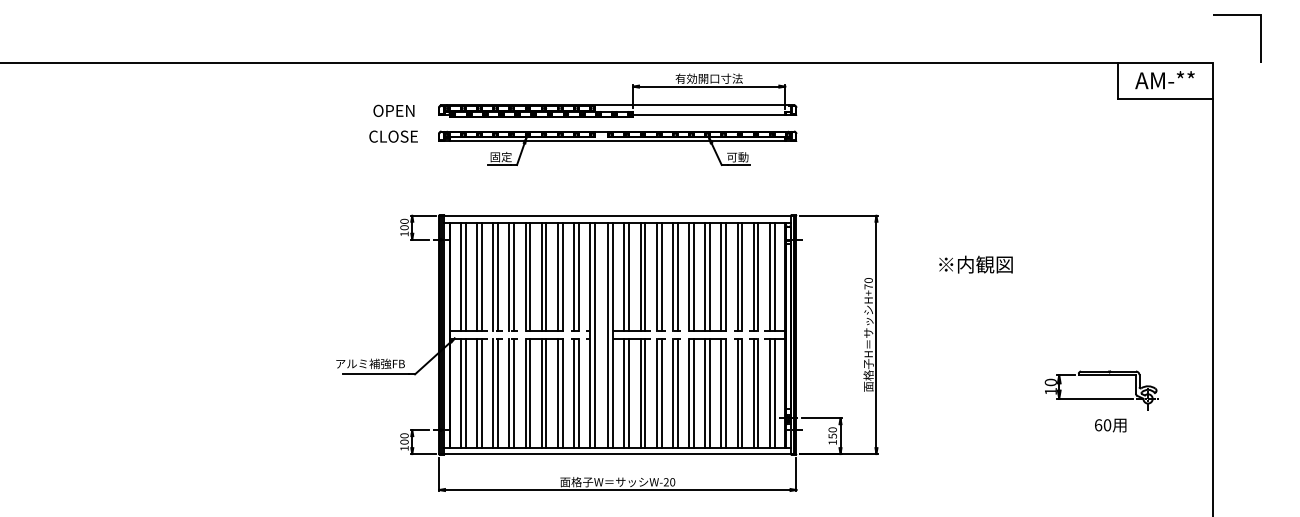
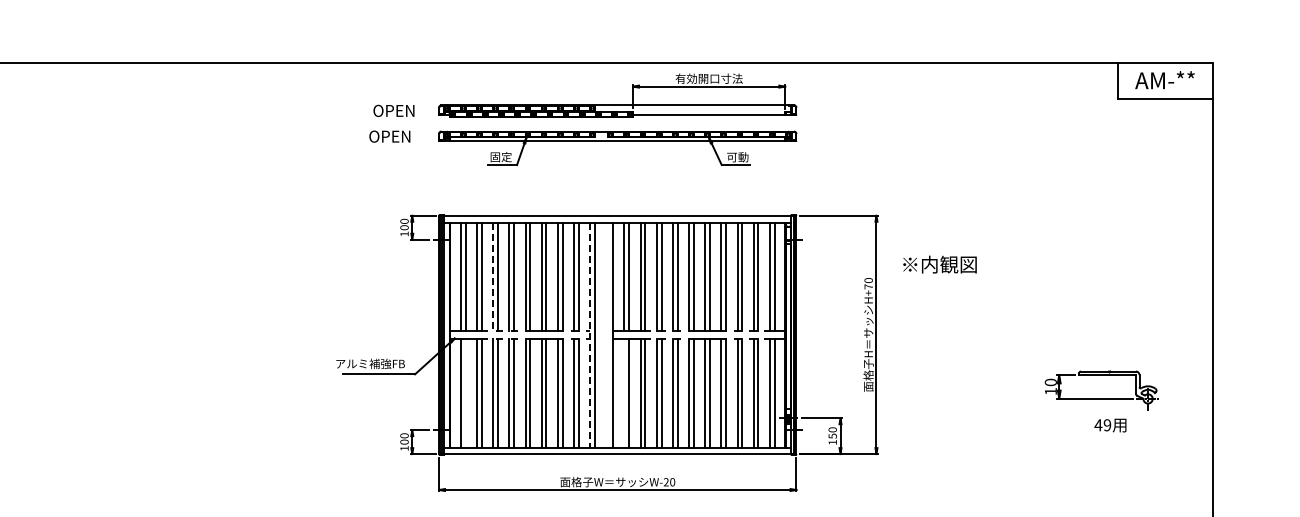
line at (1237, 15): present -> none
text at (394, 136): CLOSE -> OPEN
text at (975, 264) position: (975, 264) -> (939, 264)
line at (493, 277): solid -> dashed
line at (608, 335): present -> none
line at (590, 336): solid -> dashed
line at (465, 392): present -> none
line at (624, 392): present -> none
text at (1102, 425): 60 -> 49
